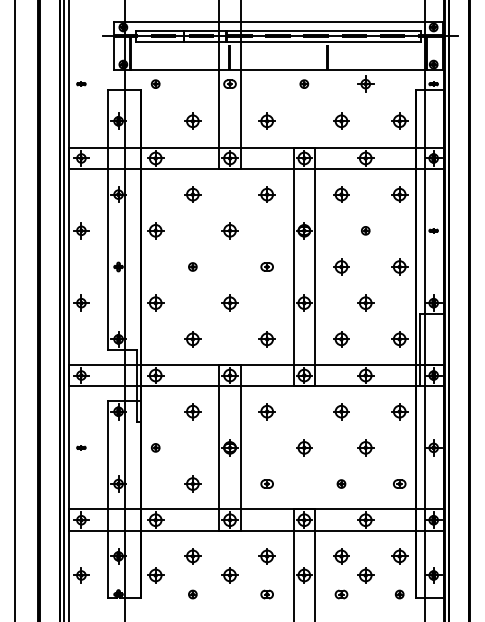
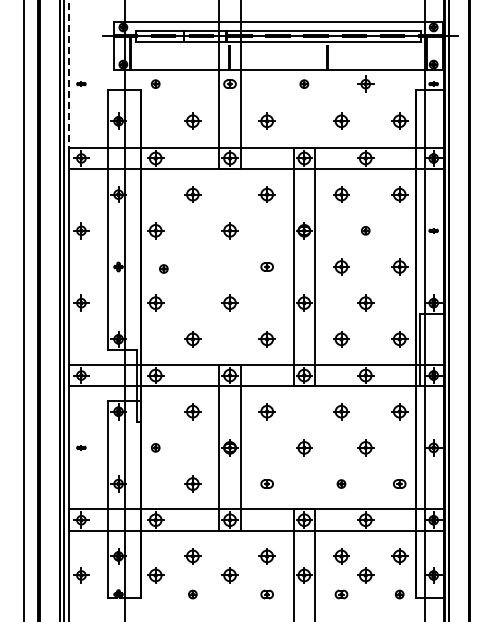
line at (69, 85): solid -> dashed
part at (192, 266) position: (192, 266) -> (163, 268)
line at (14, 310) position: (14, 310) -> (23, 310)
